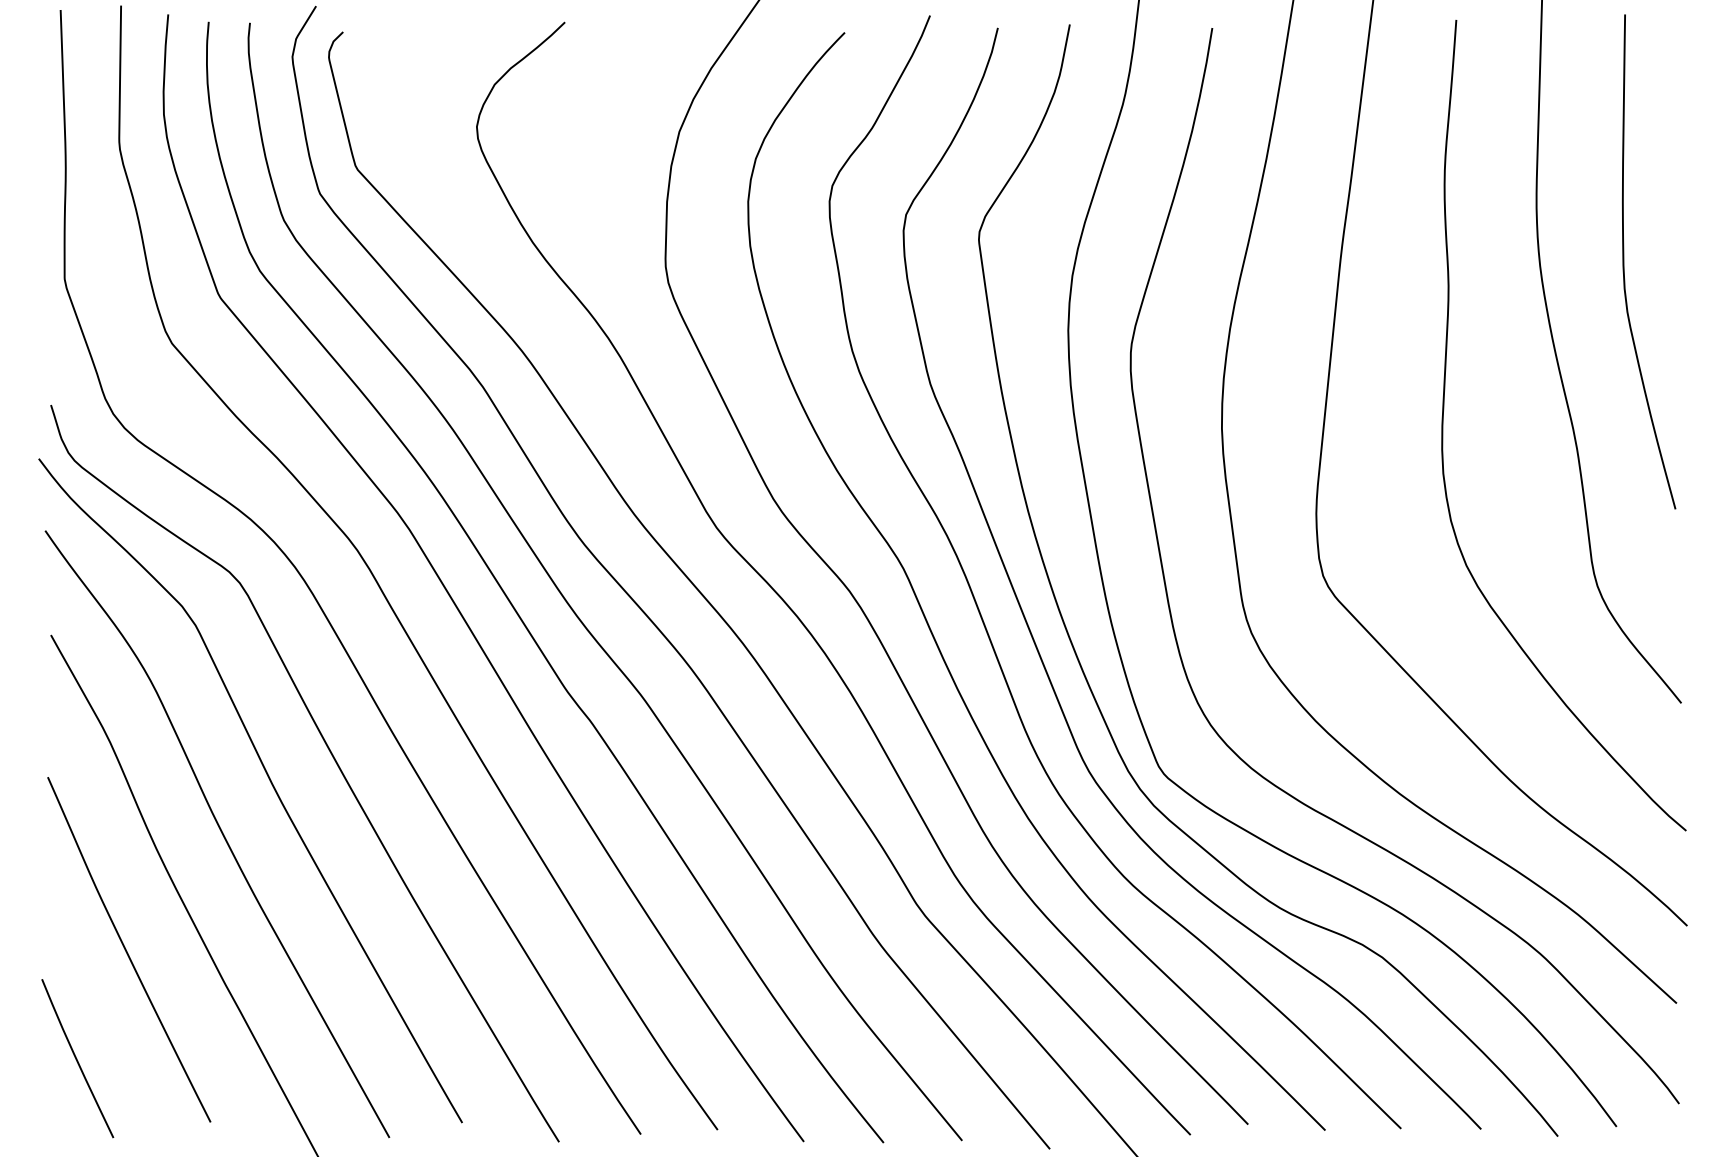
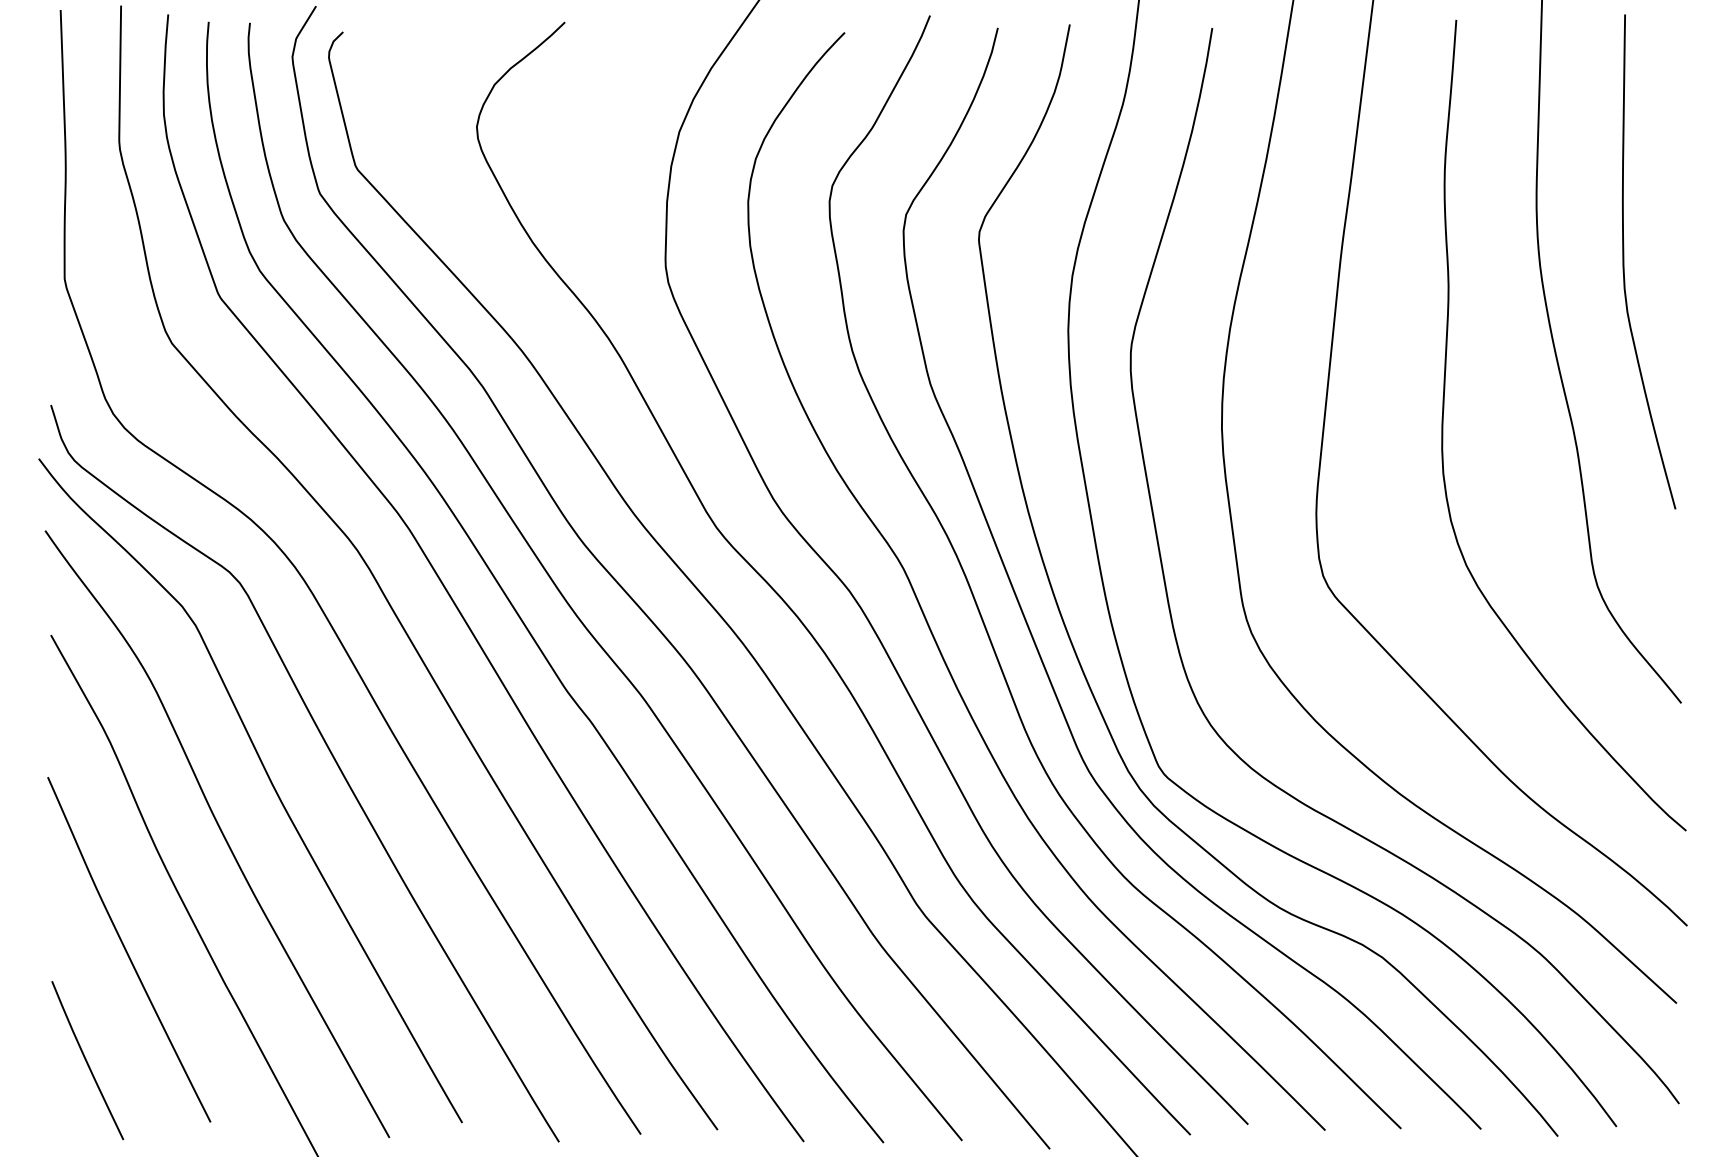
curve at (77, 1058) position: (77, 1058) -> (87, 1060)
